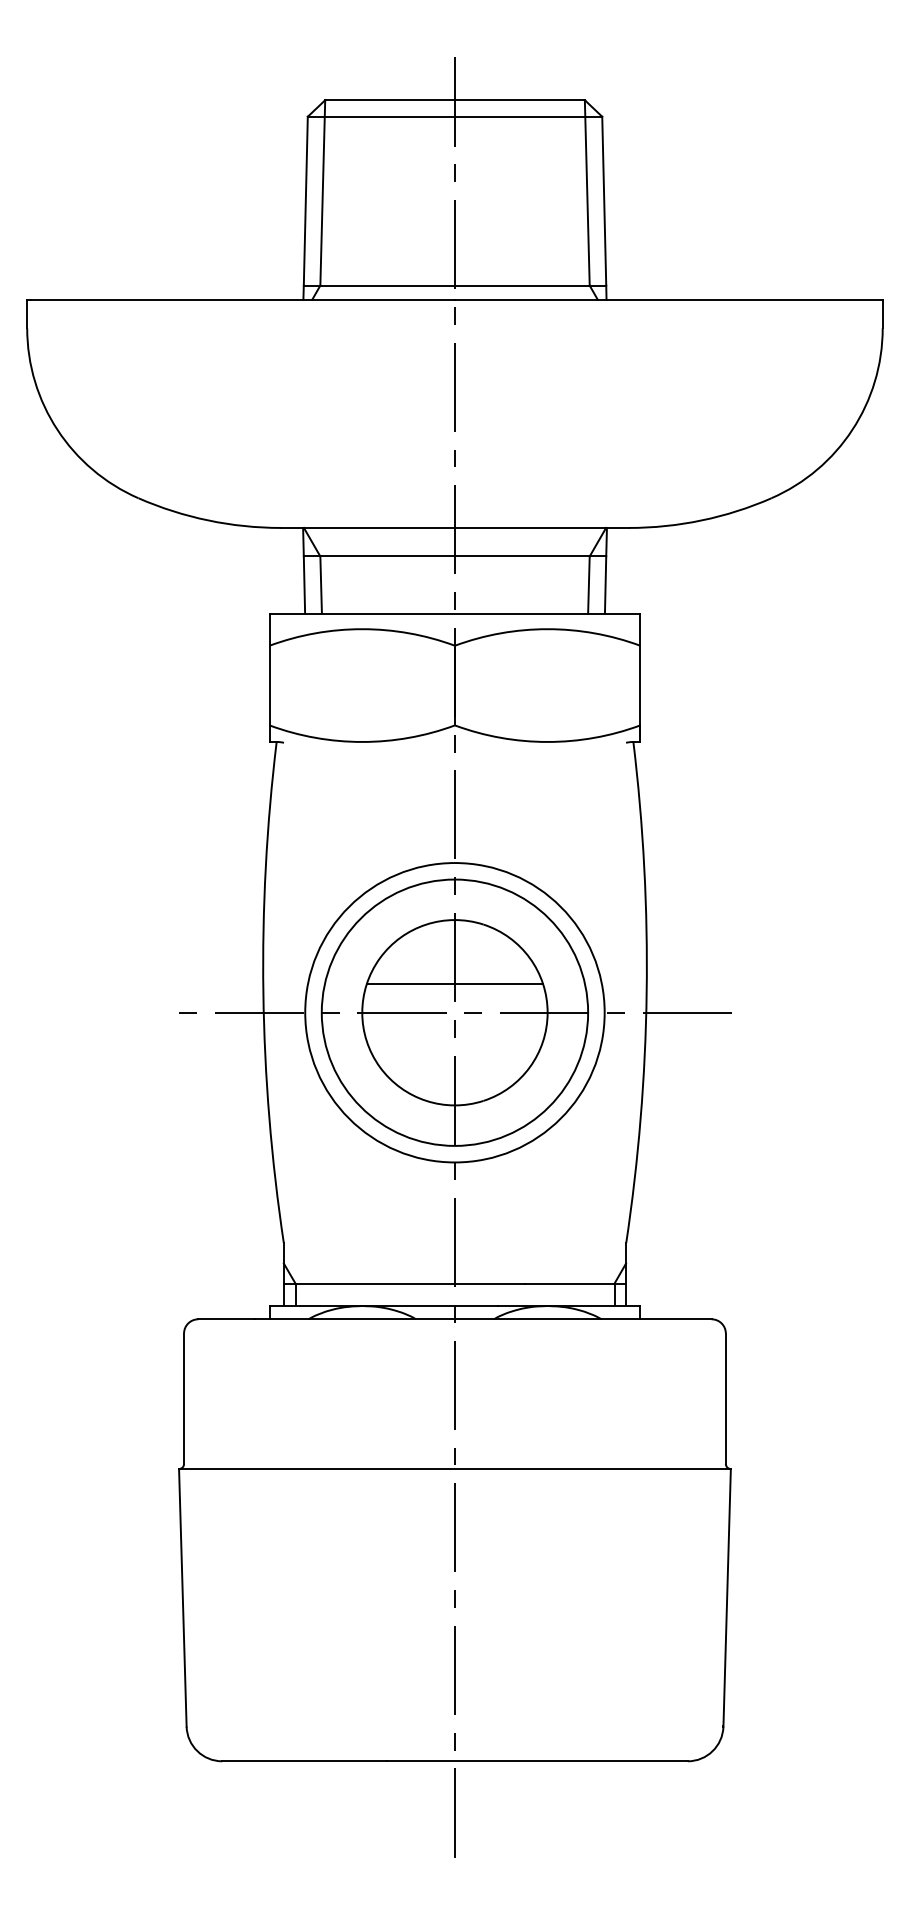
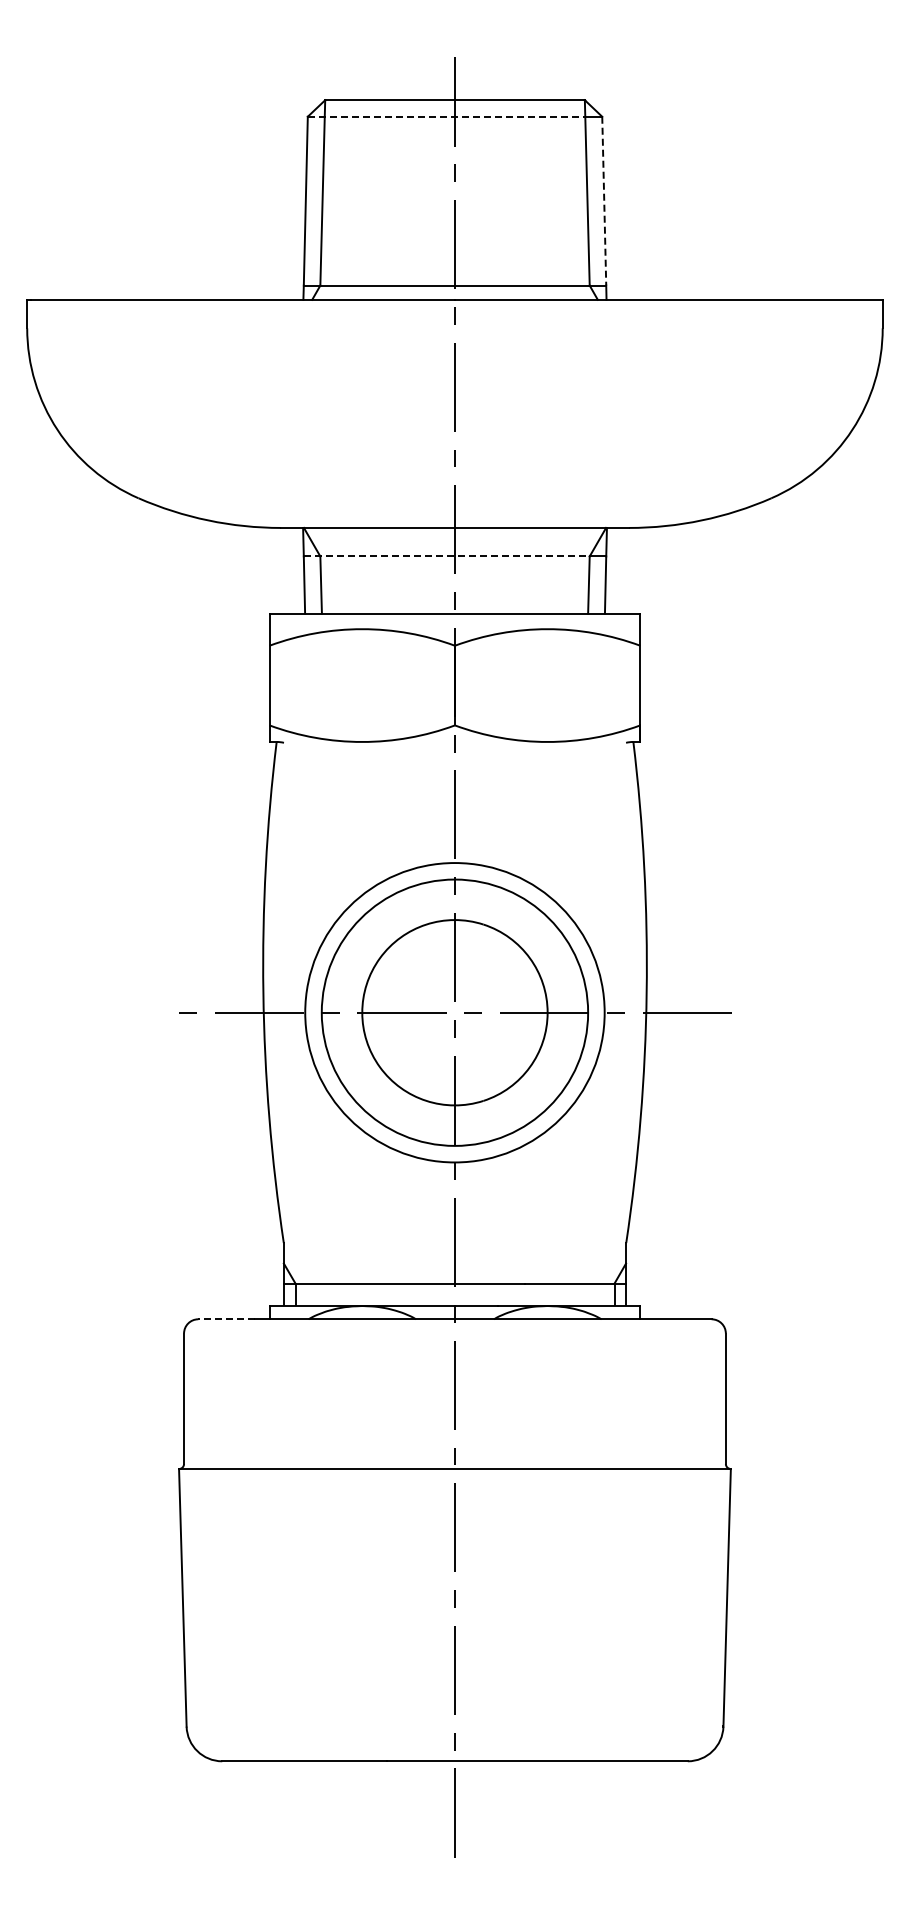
line at (446, 116): solid -> dashed
line at (604, 201): solid -> dashed
line at (446, 556): solid -> dashed
line at (454, 984): present -> none
line at (226, 1319): solid -> dashed
